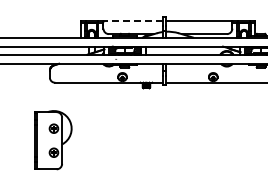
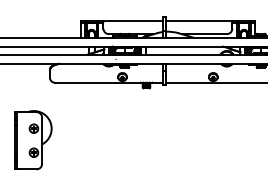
line at (133, 21): dashed -> solid
part at (53, 140) position: (53, 140) -> (33, 140)
